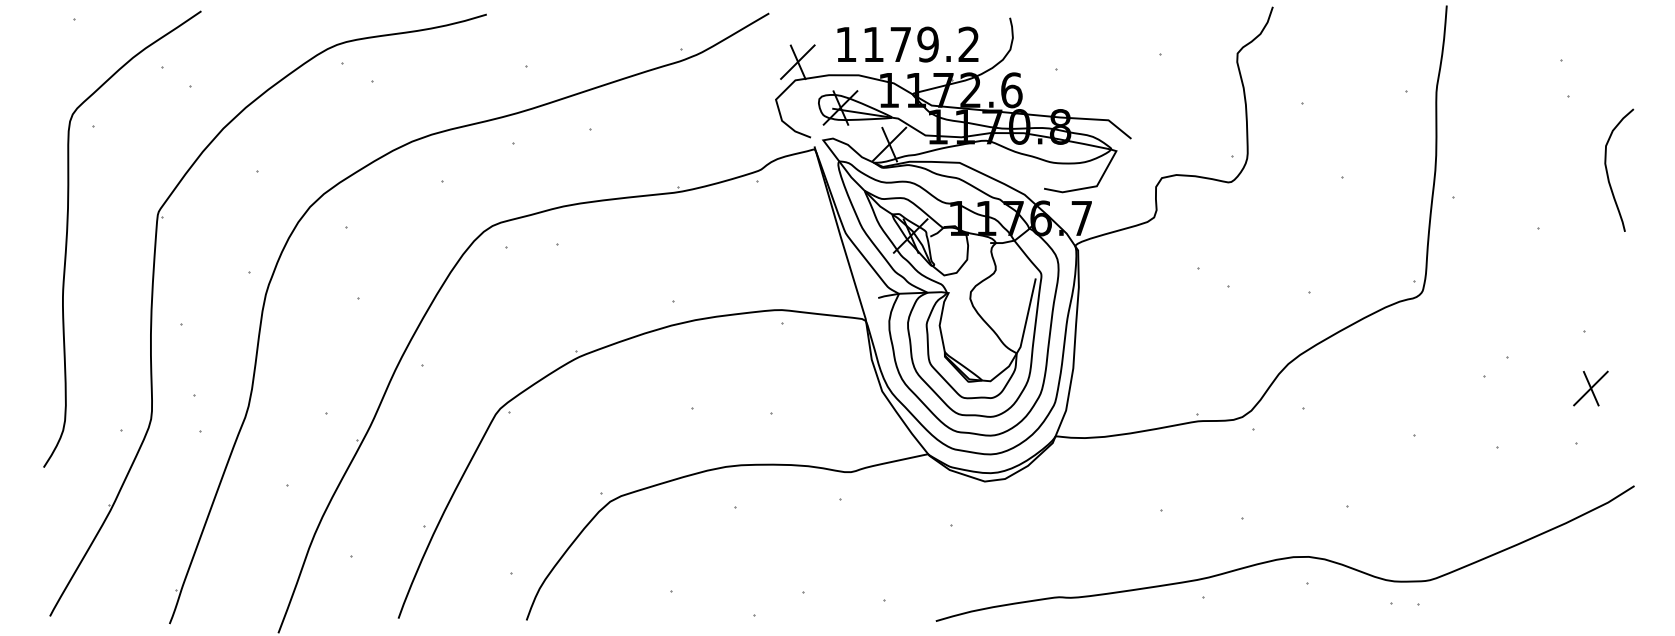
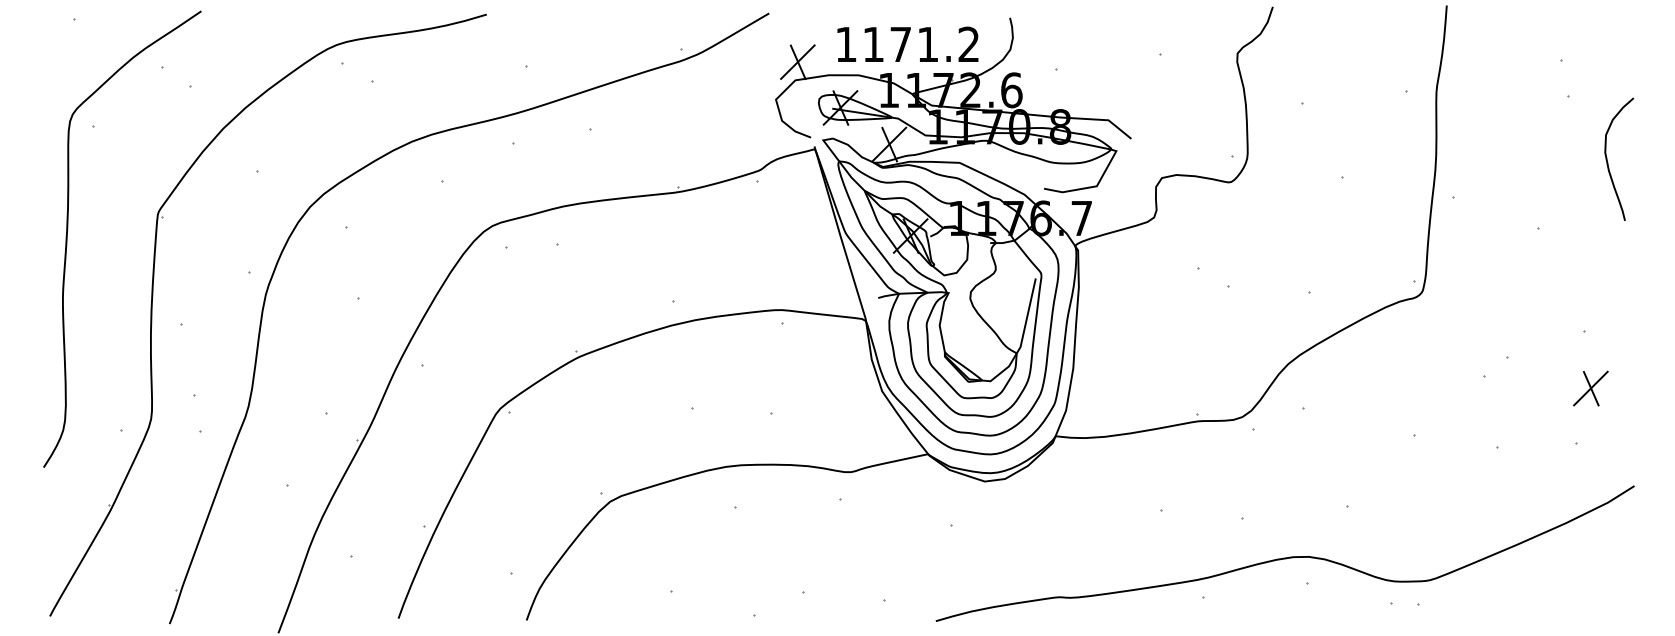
text at (927, 44): 1179.2 -> 1171.2
curve at (1608, 173) position: (1608, 173) -> (1608, 162)
